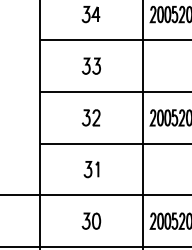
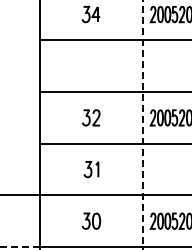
part at (90, 65): present -> none
line at (143, 124): solid -> dashed
line at (19, 247): solid -> dashed
